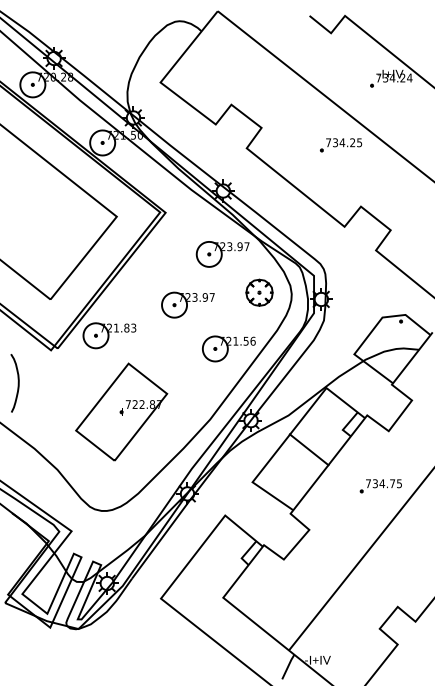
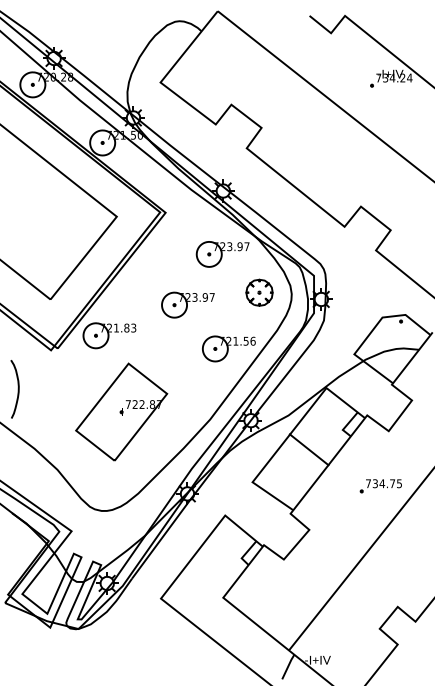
part at (341, 145): present -> none
curve at (17, 383) position: (17, 383) -> (17, 389)
